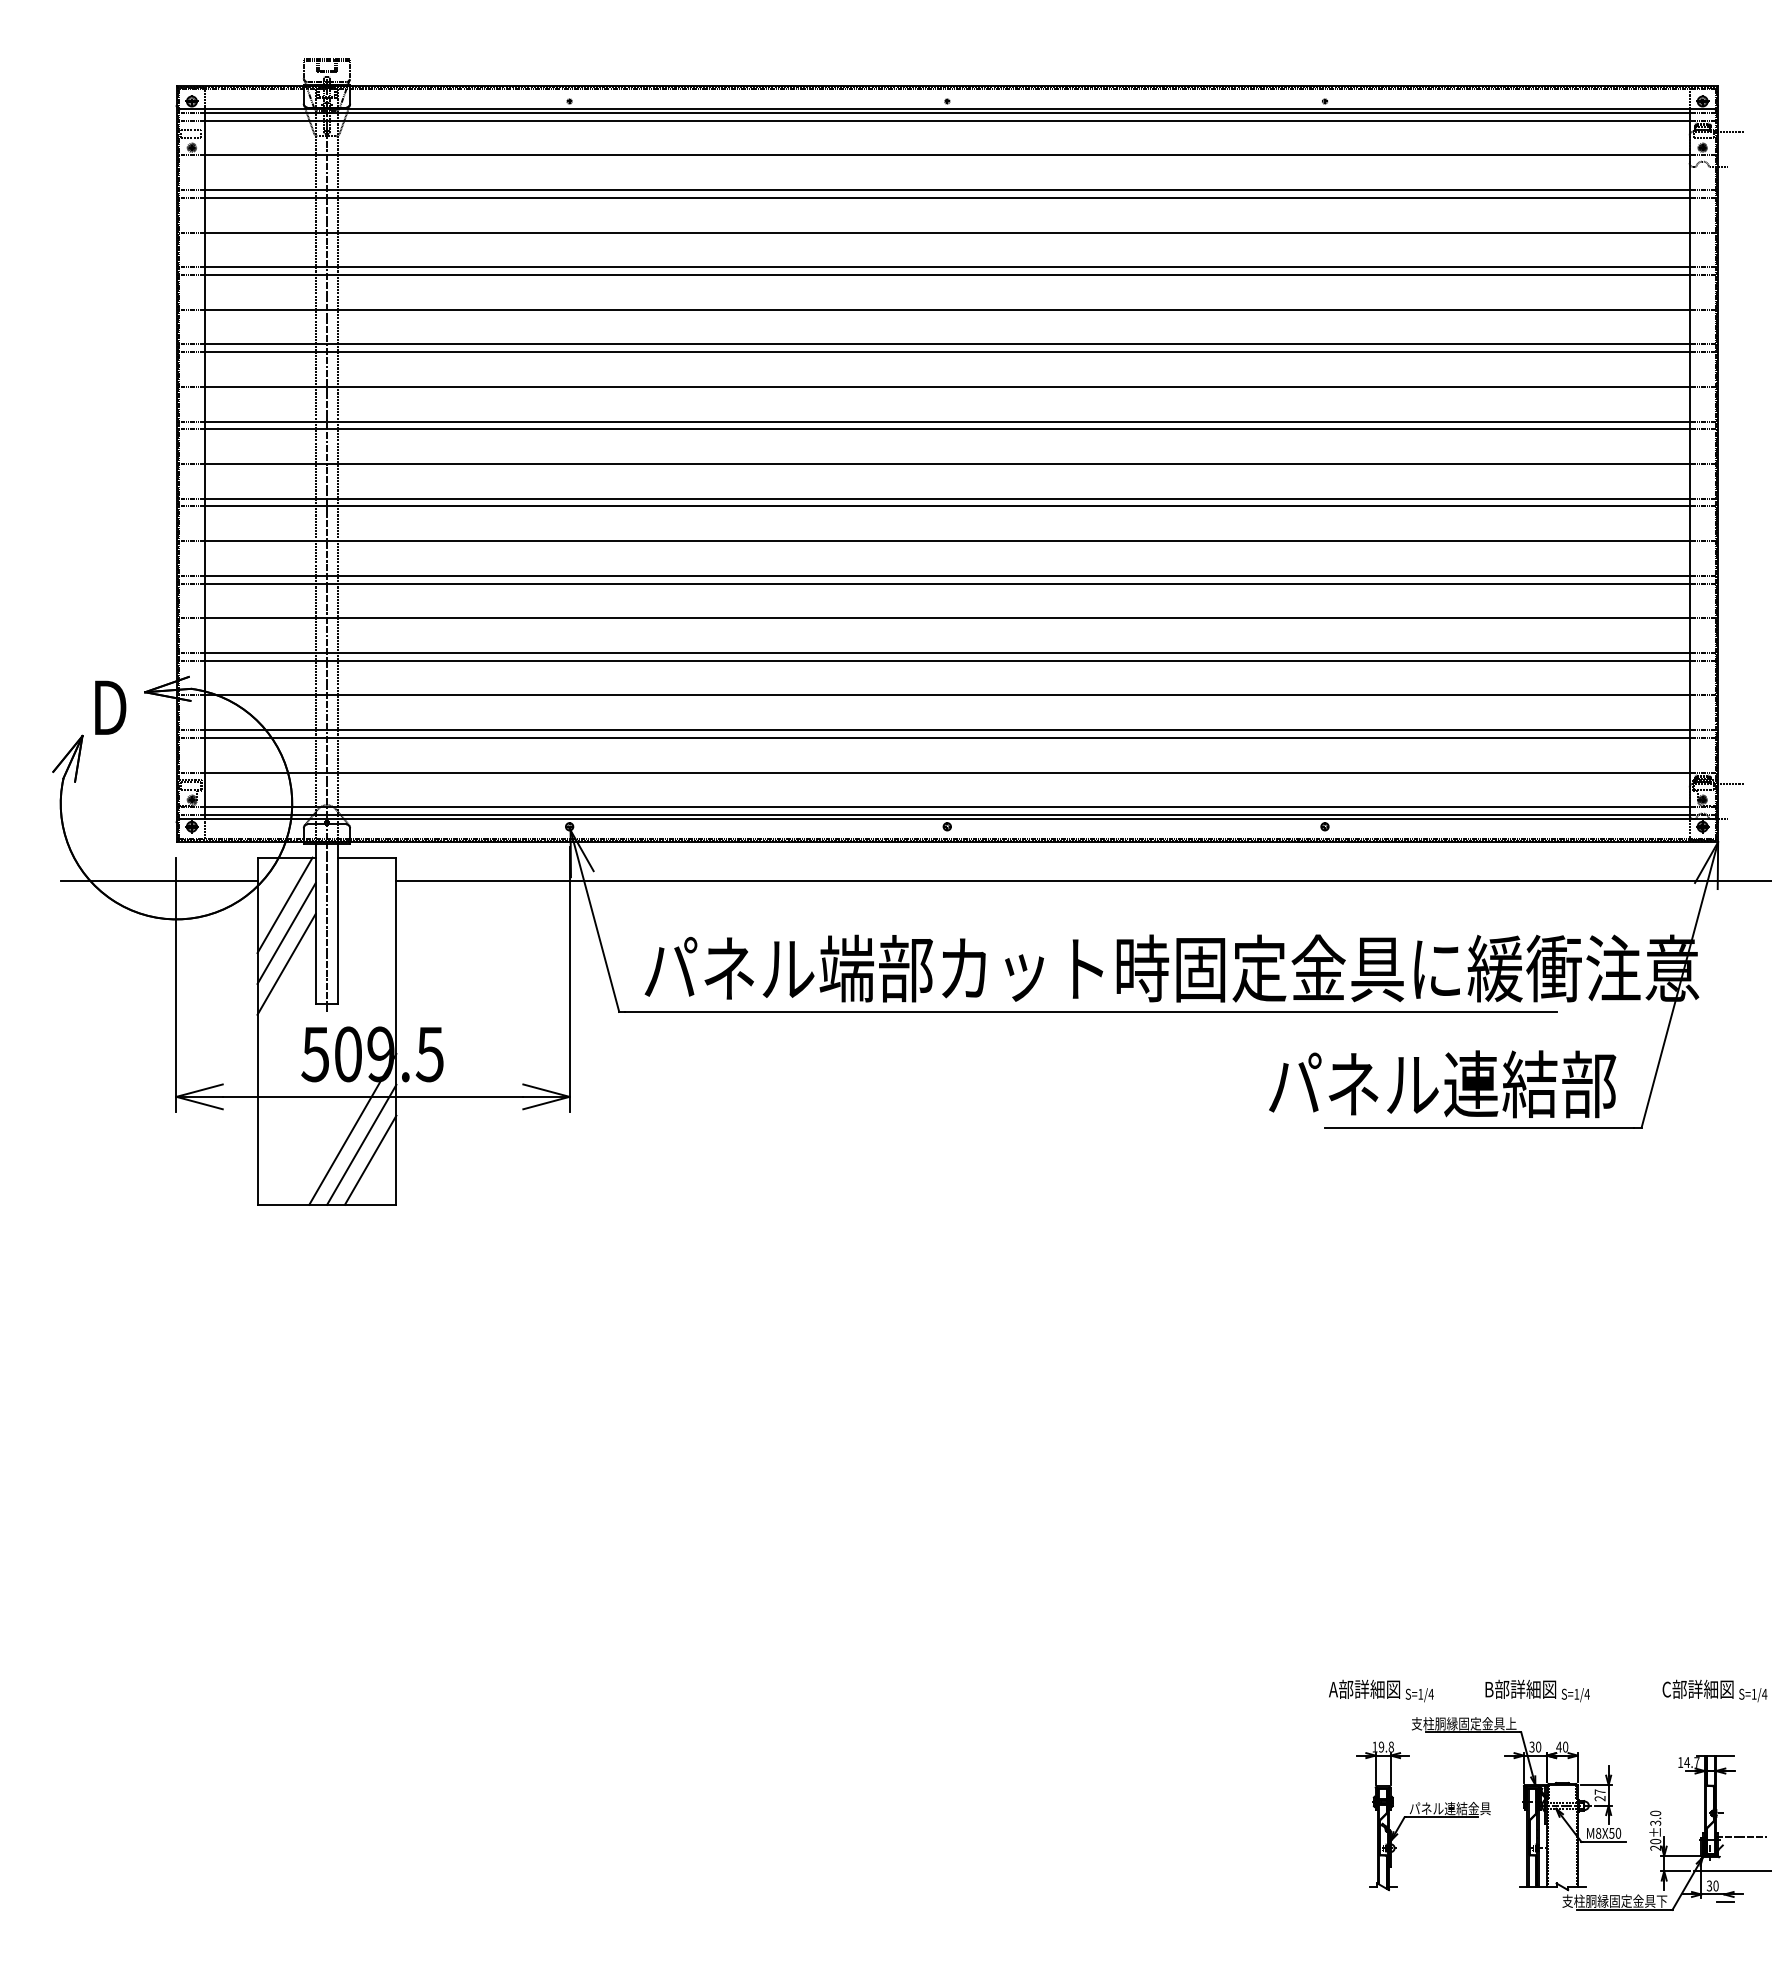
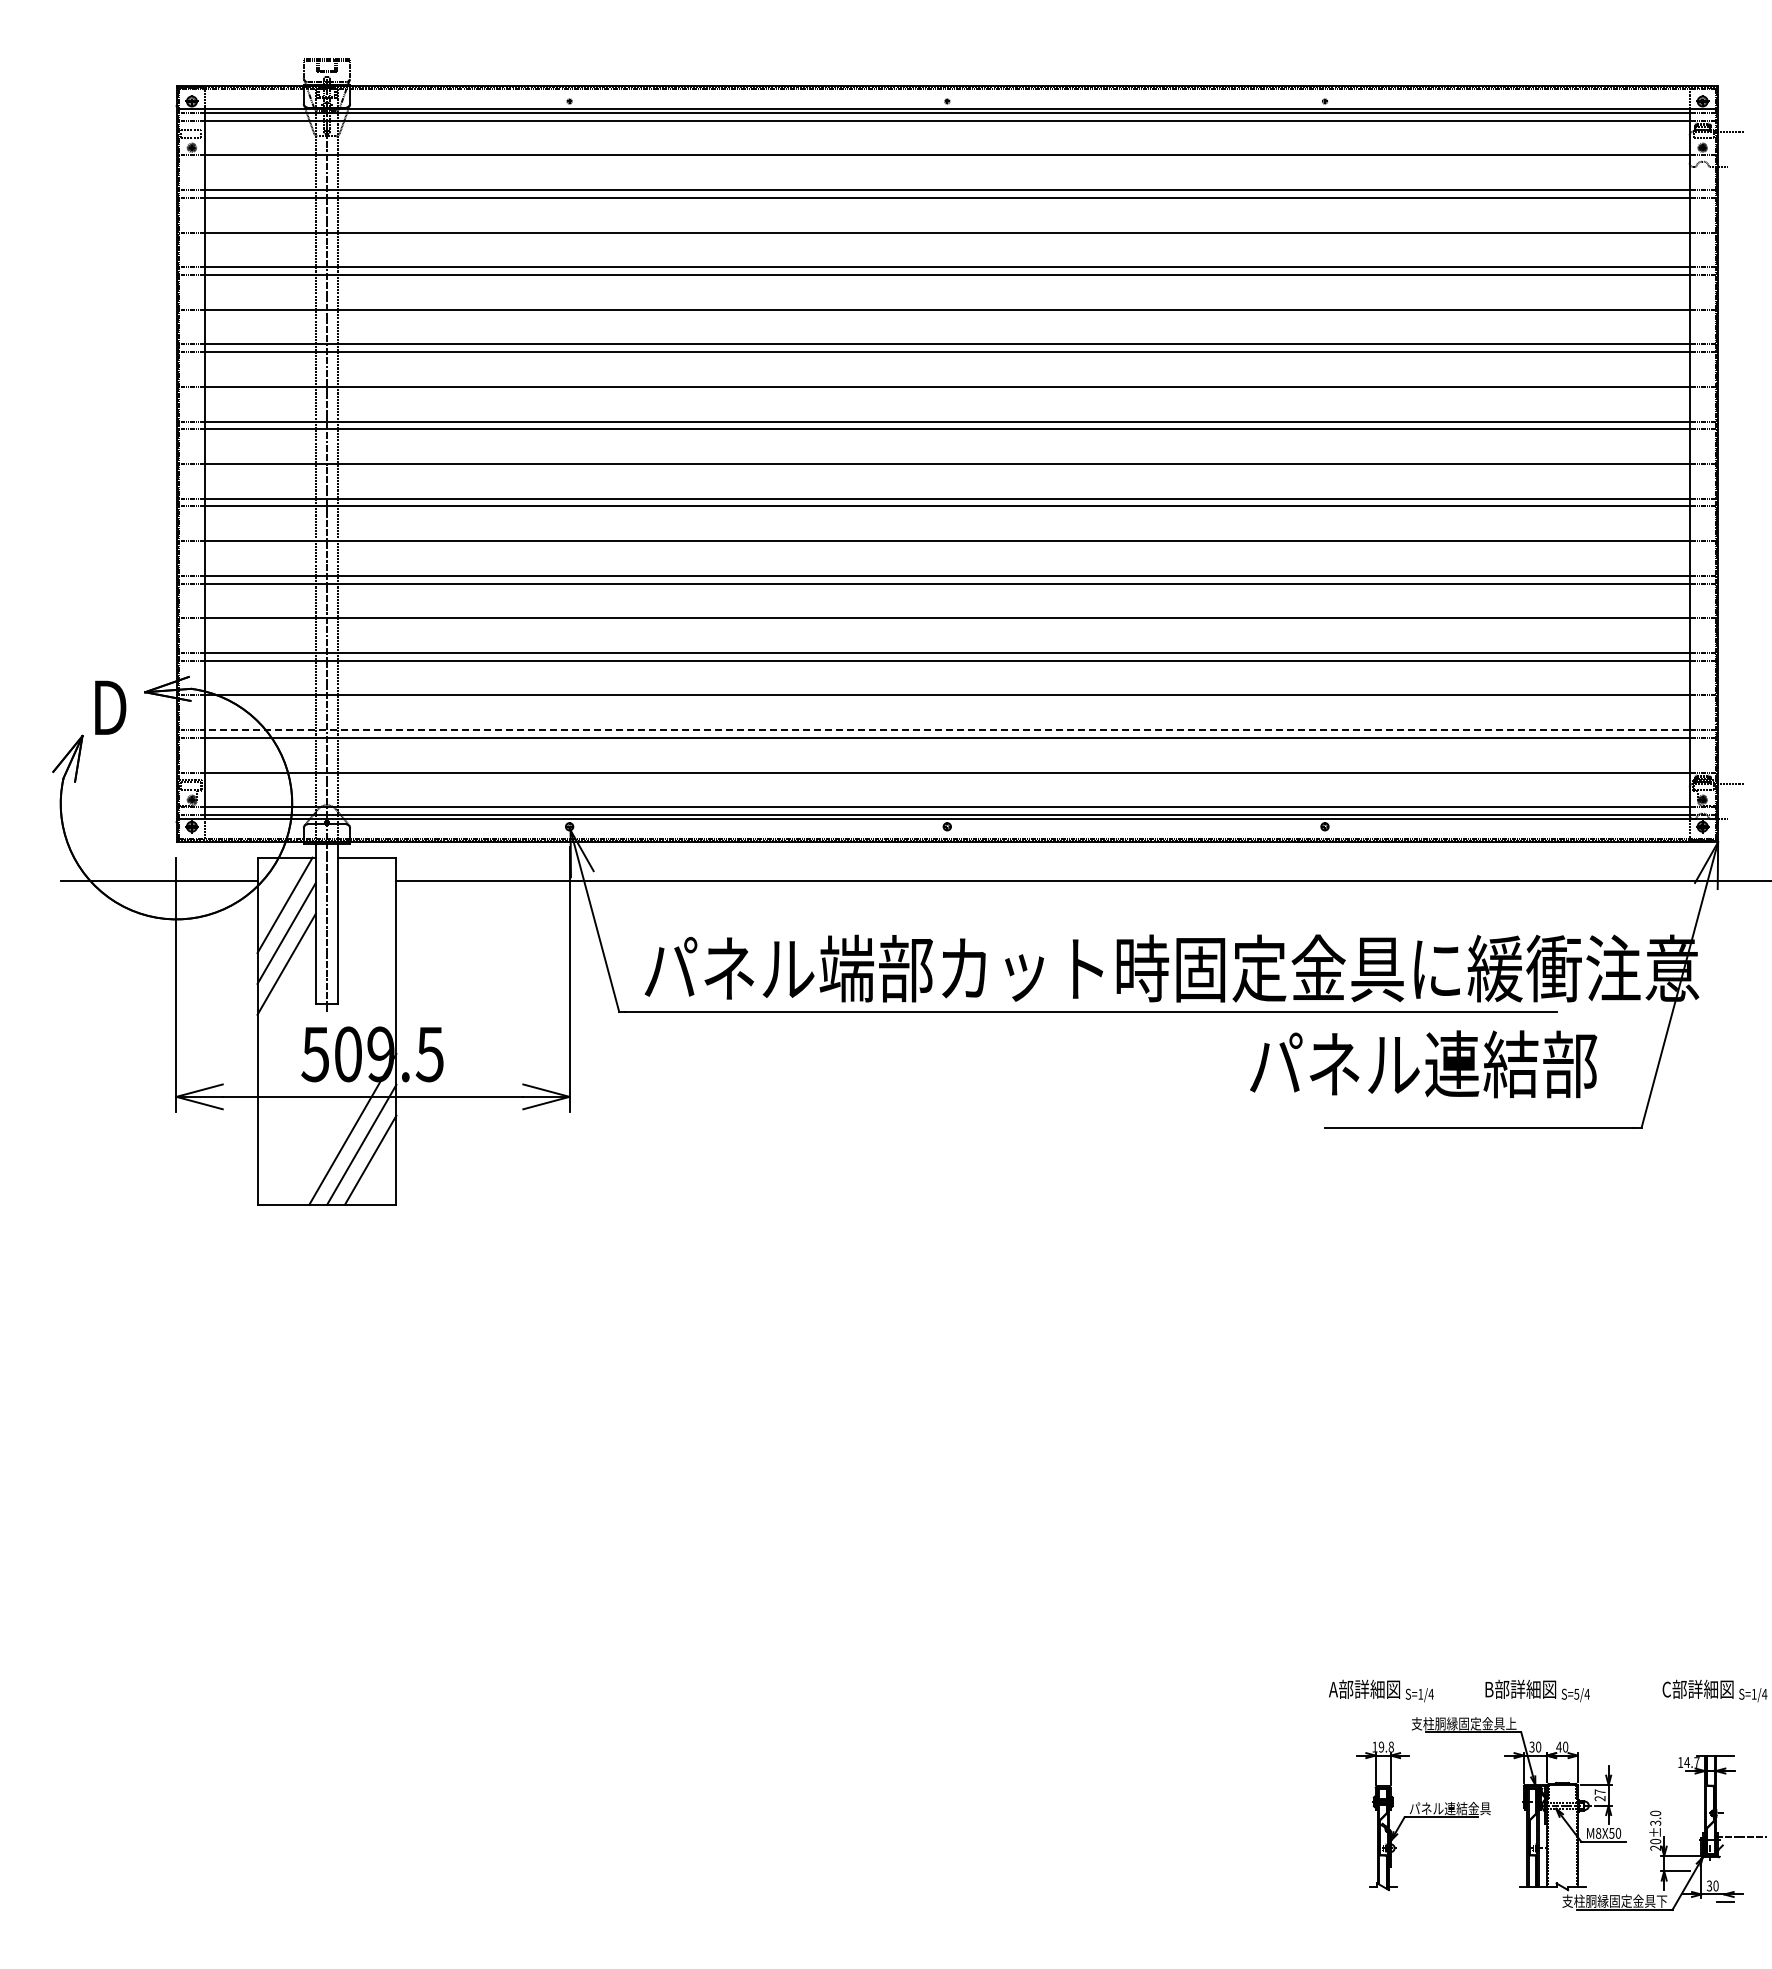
line at (946, 730): solid -> dashed
text at (1442, 1084) position: (1442, 1084) -> (1423, 1064)
text at (1576, 1694): S=1/4 -> S=5/4
line at (1730, 1871): present -> none
